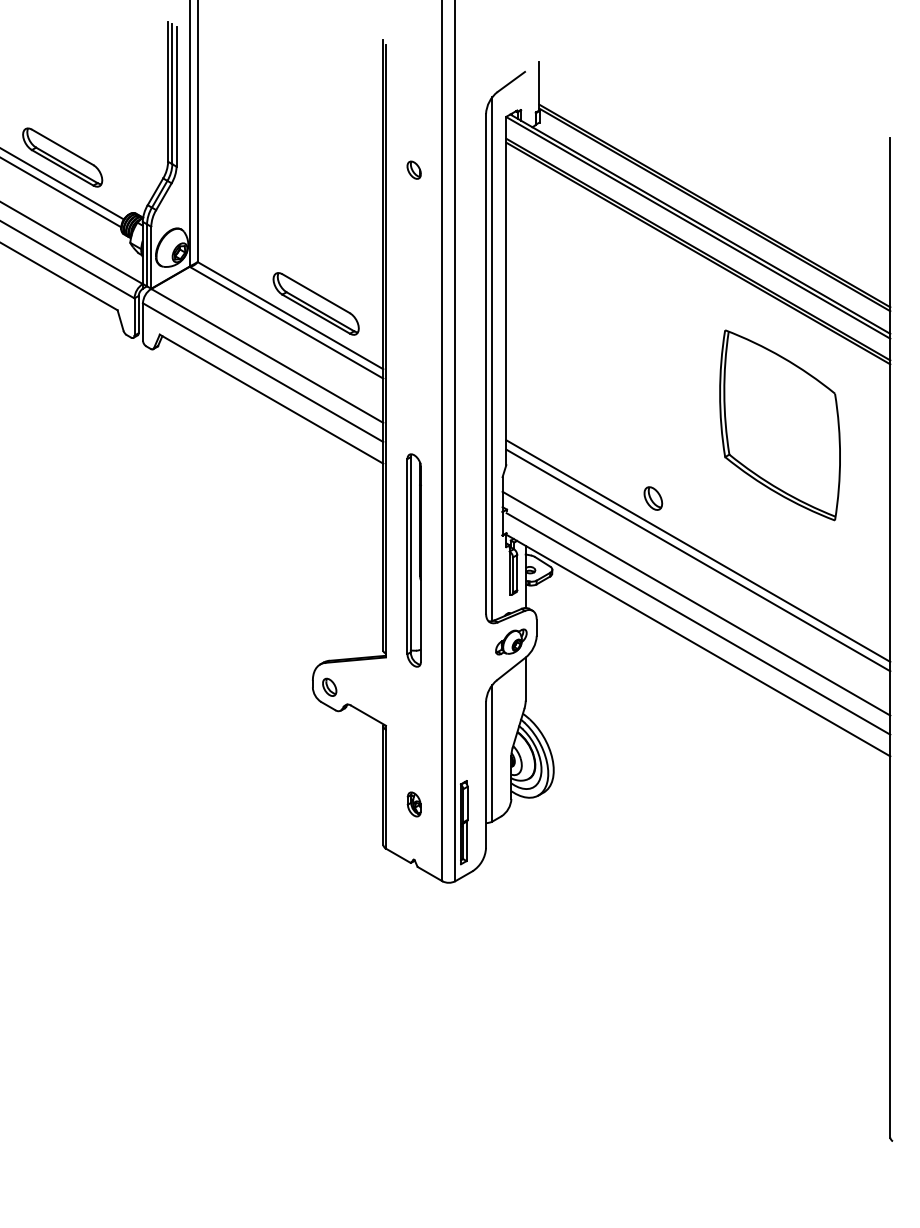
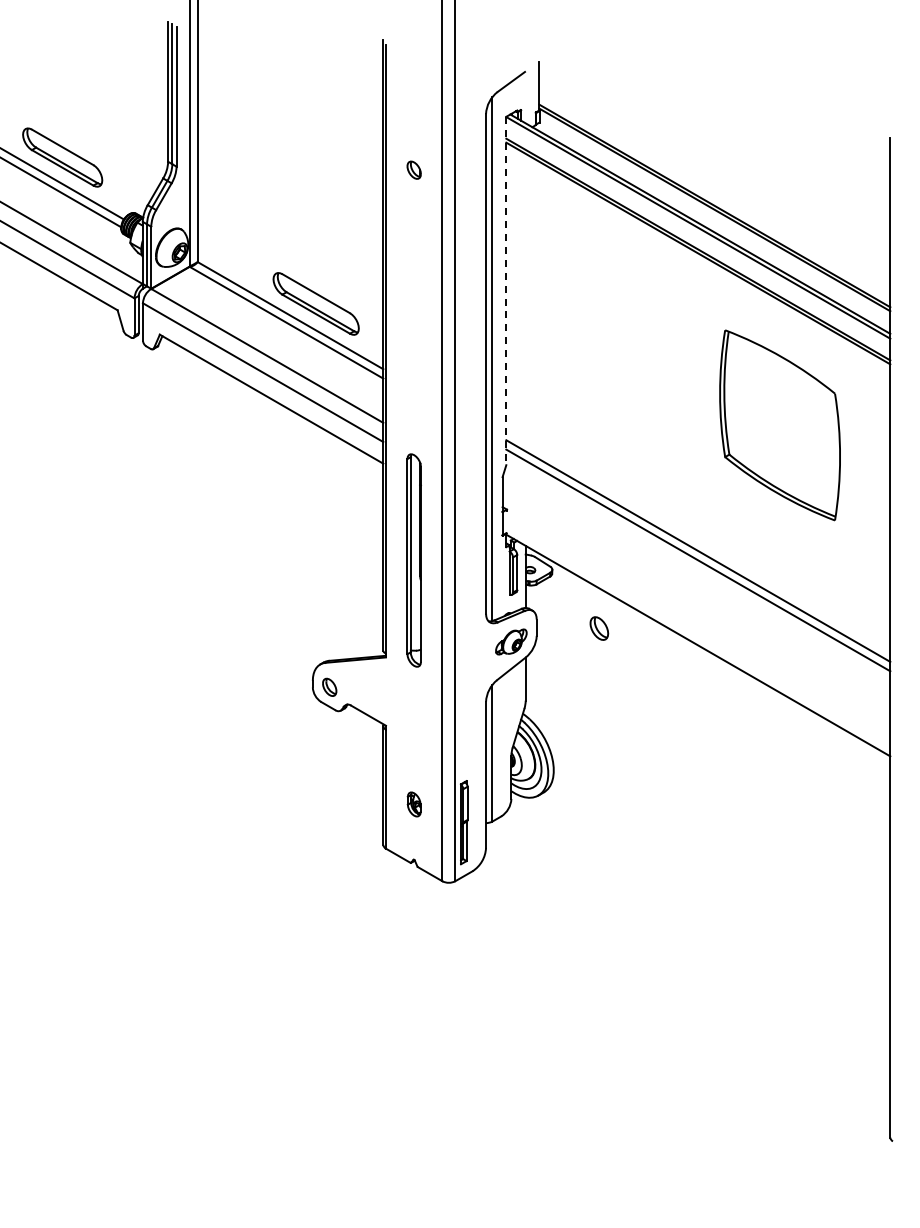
line at (506, 291): solid -> dashed
part at (653, 498) position: (653, 498) -> (599, 628)
line at (696, 603): present -> none
line at (698, 623): present -> none
